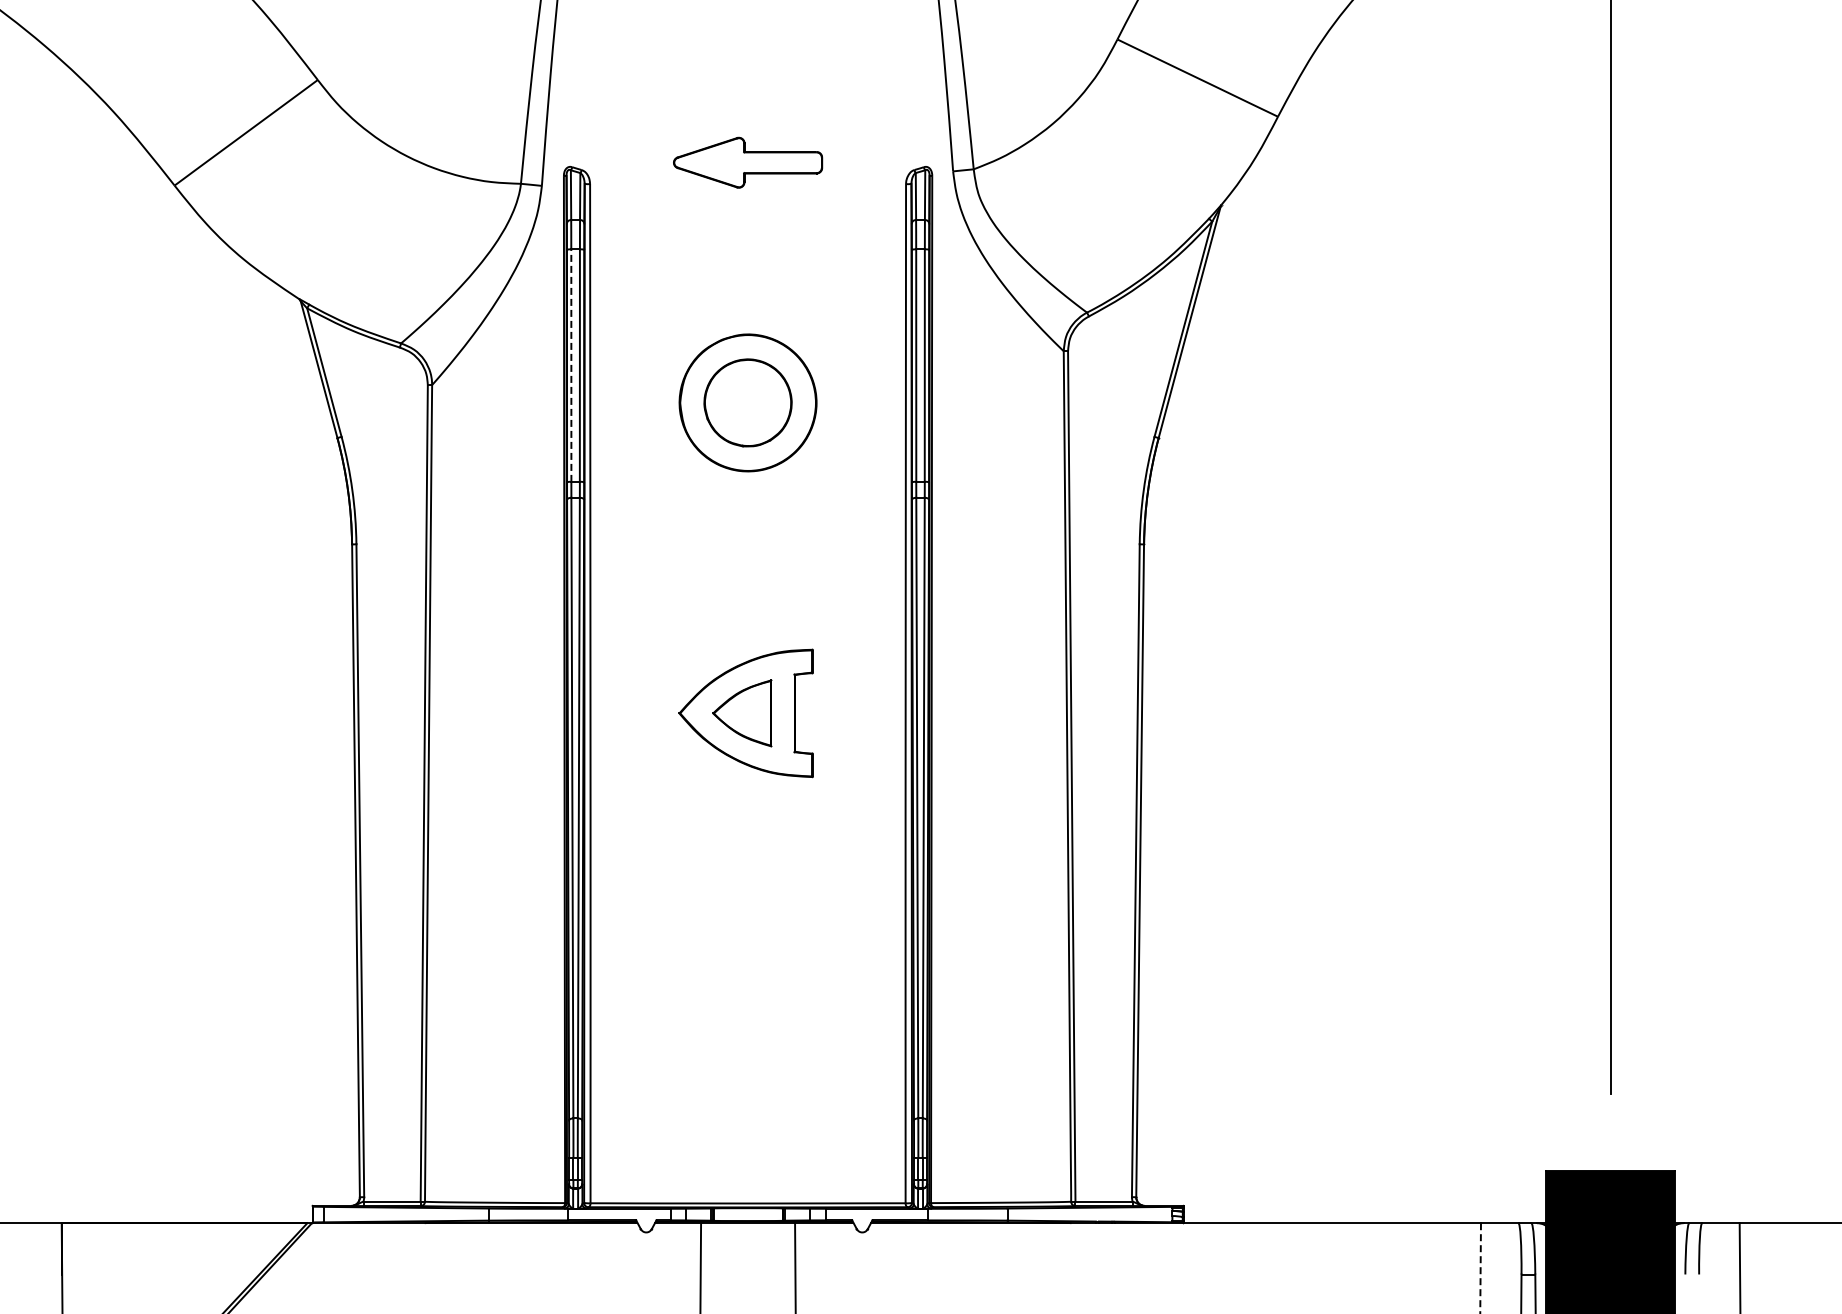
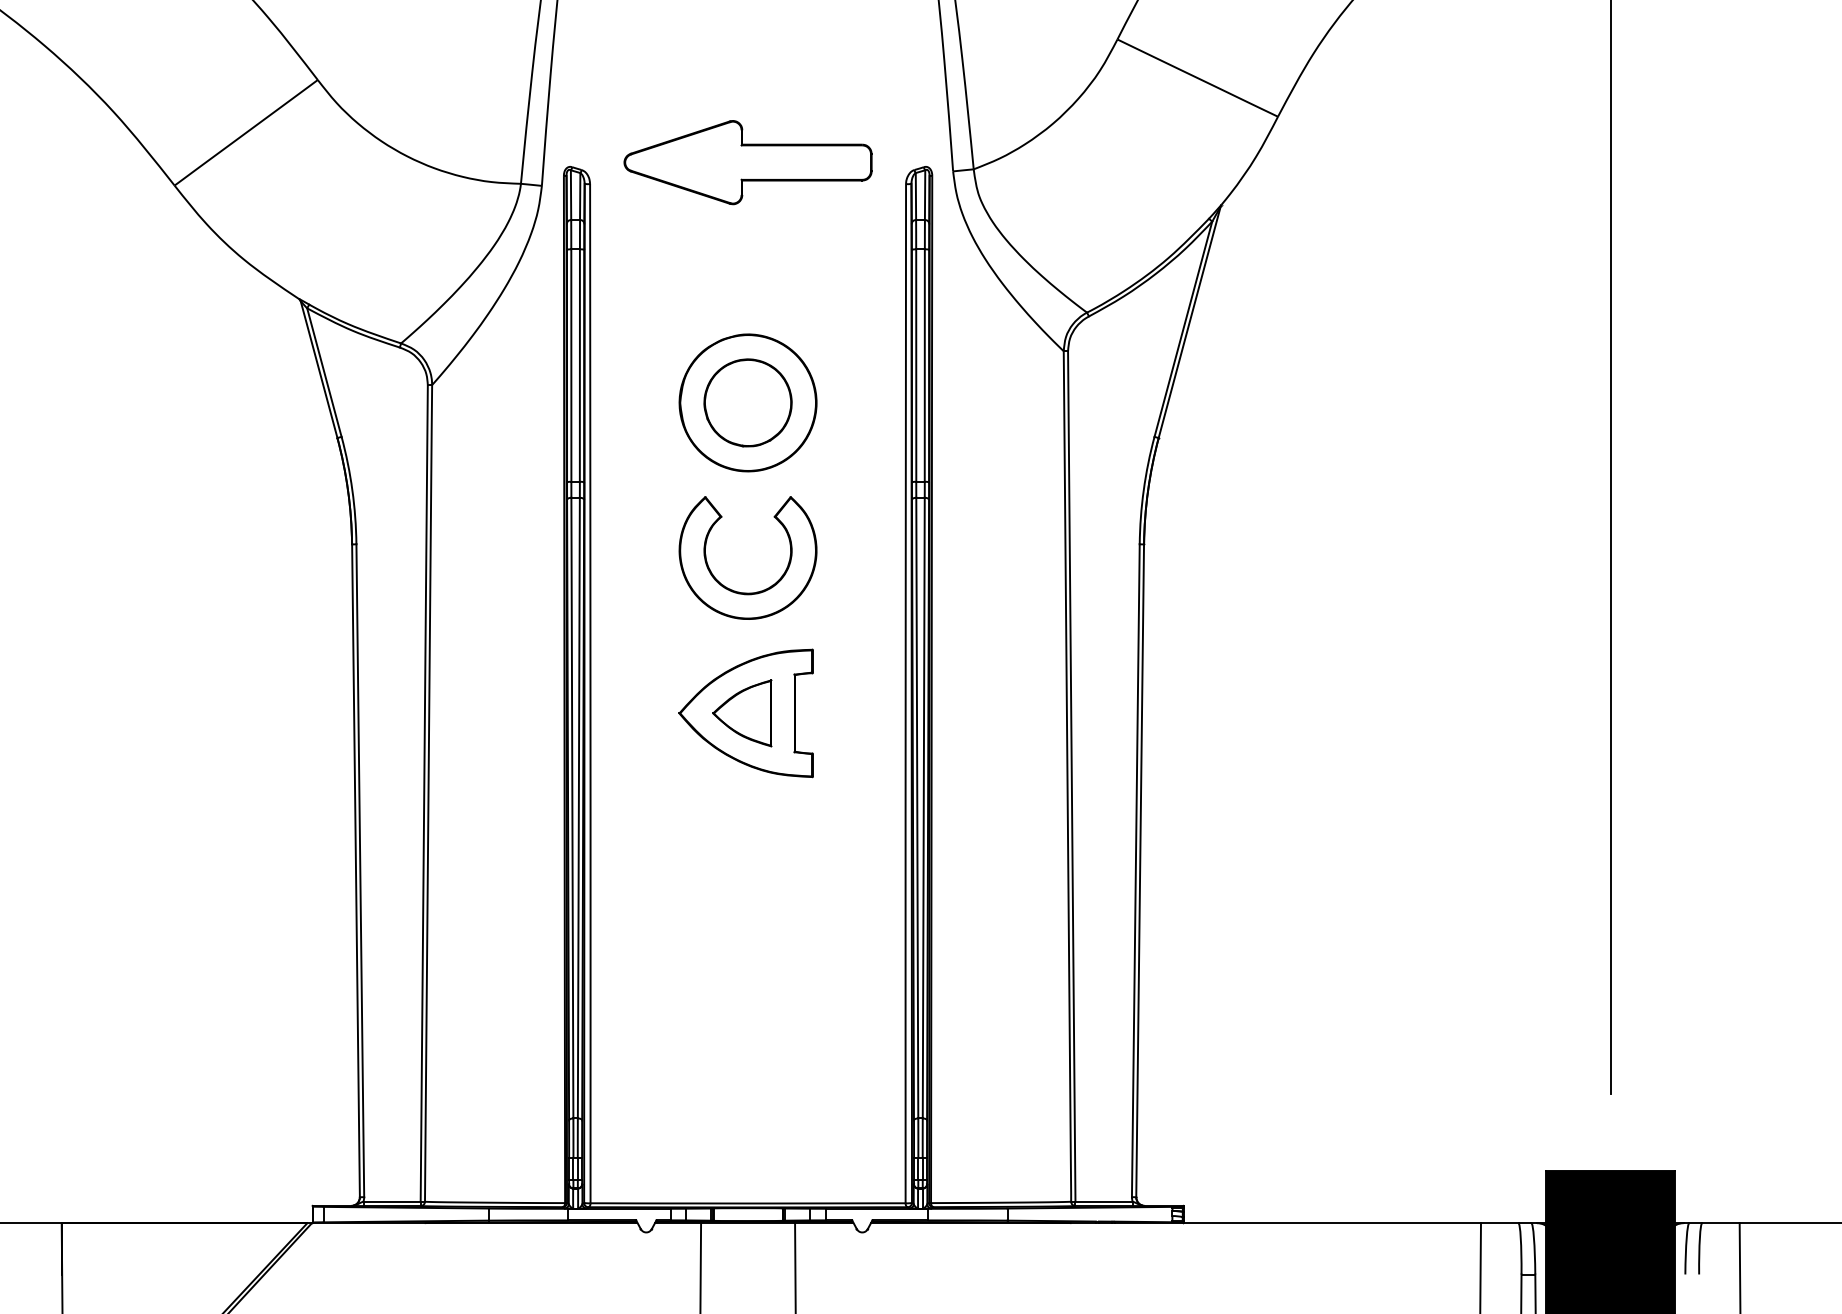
part at (748, 162) size: 151x53 px -> 250x86 px
line at (571, 365): dashed -> solid
part at (739, 591): none -> present
line at (1480, 1268): dashed -> solid
